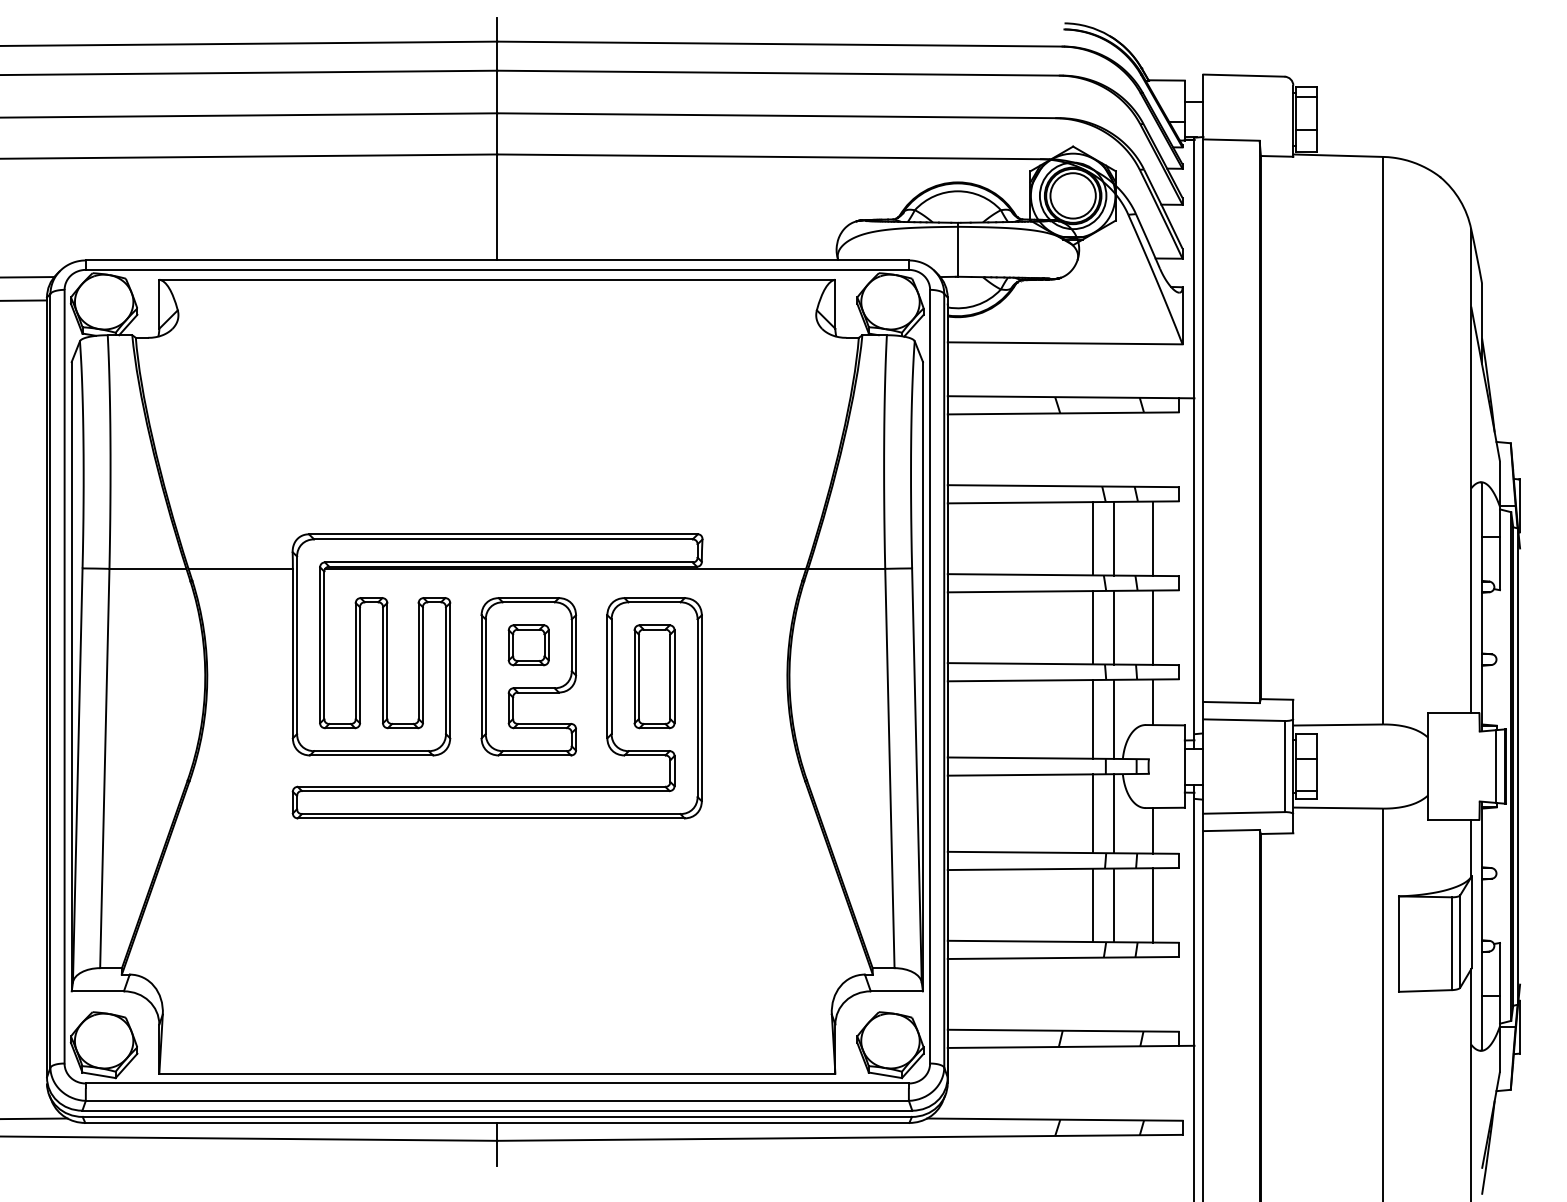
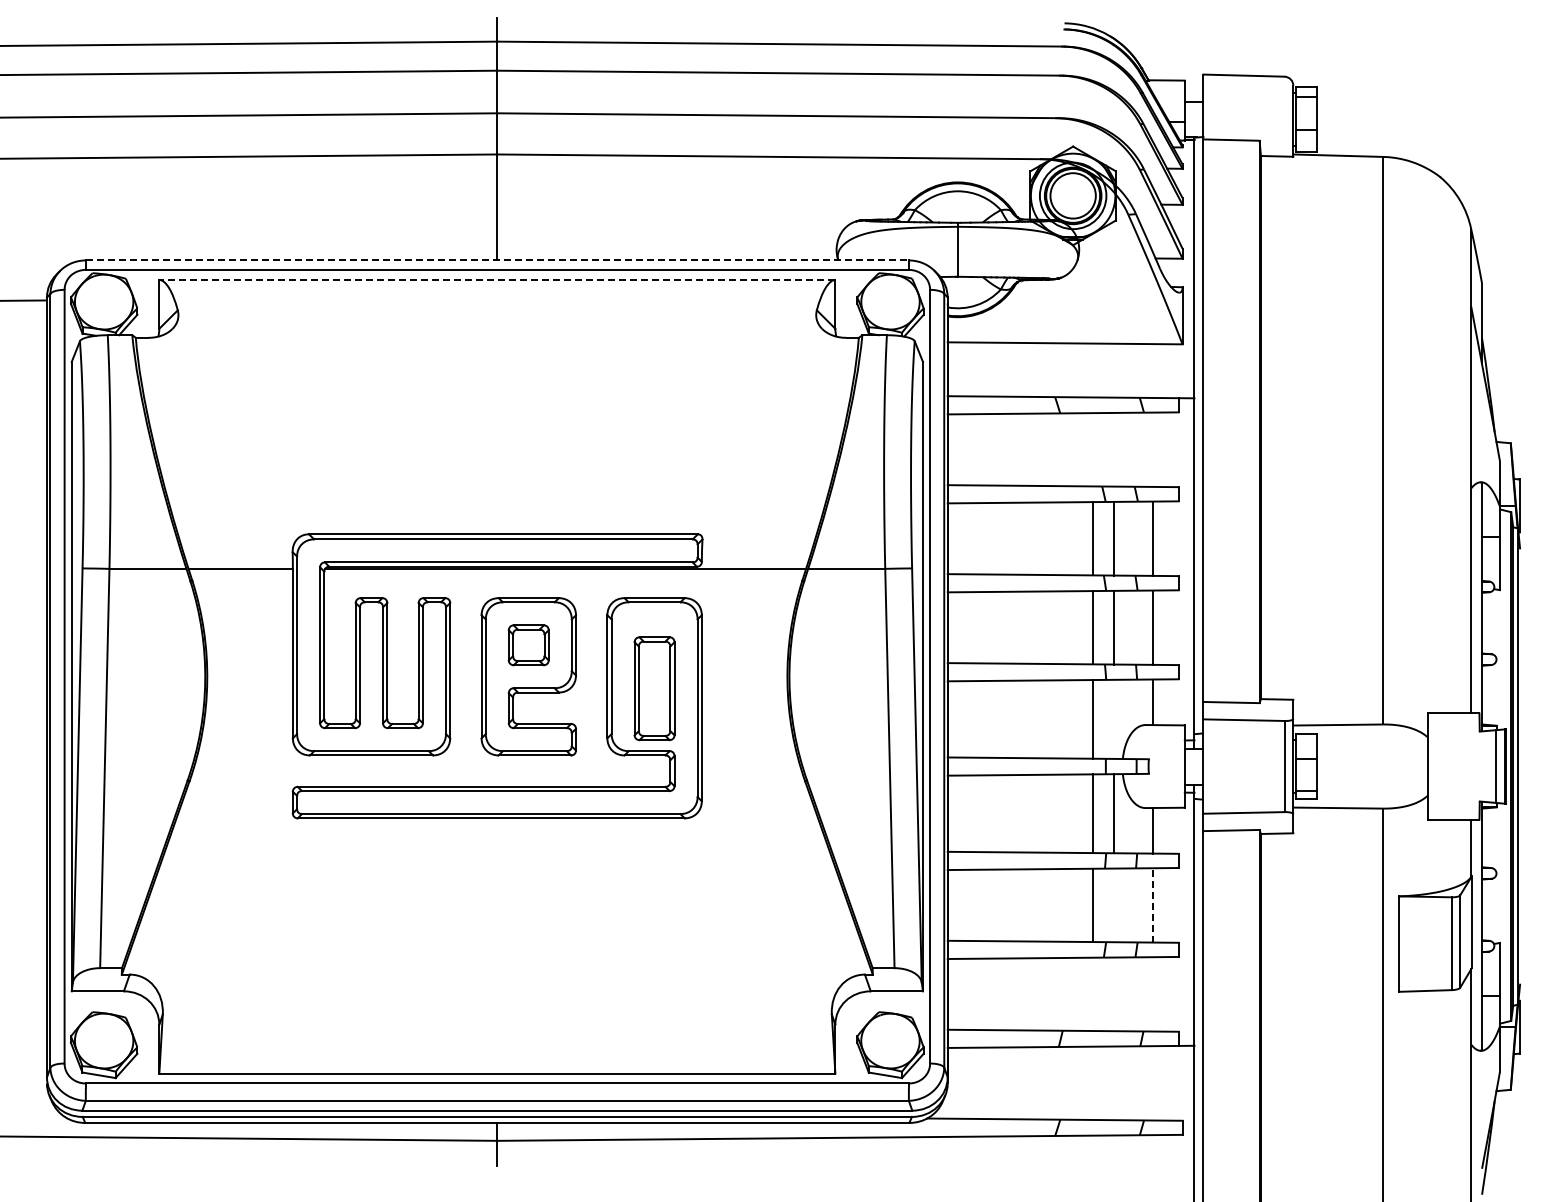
line at (497, 260): solid -> dashed
line at (28, 277): present -> none
line at (496, 279): solid -> dashed
part at (654, 676) position: (654, 676) -> (654, 688)
line at (1113, 718): present -> none
line at (1152, 904): solid -> dashed
line at (1113, 905): present -> none
line at (34, 1118): present -> none
